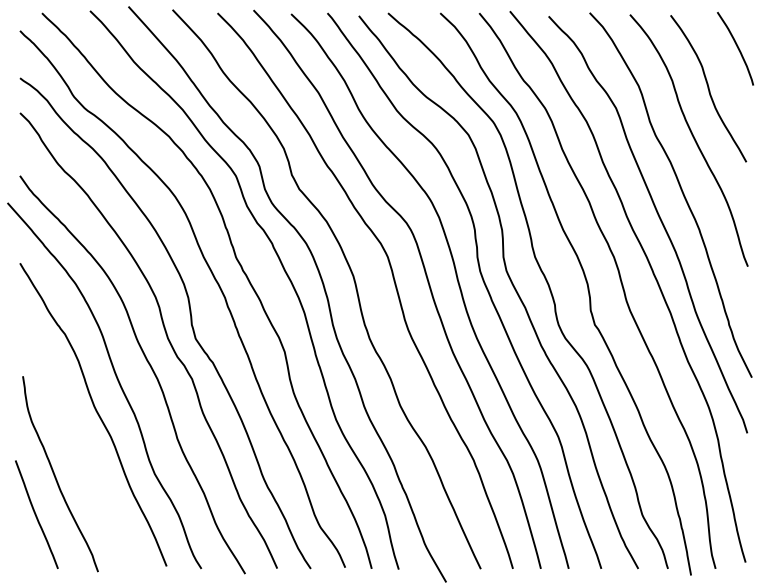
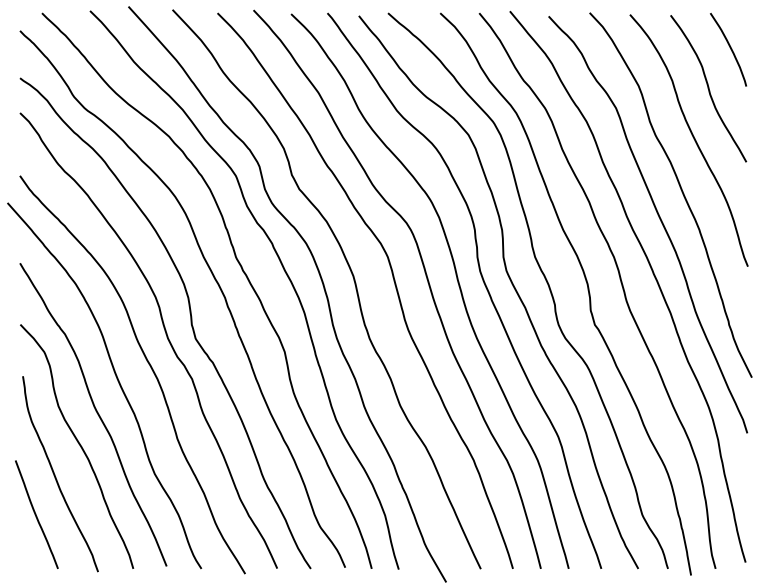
curve at (737, 48) position: (737, 48) -> (730, 49)
curve at (78, 444): none -> present
